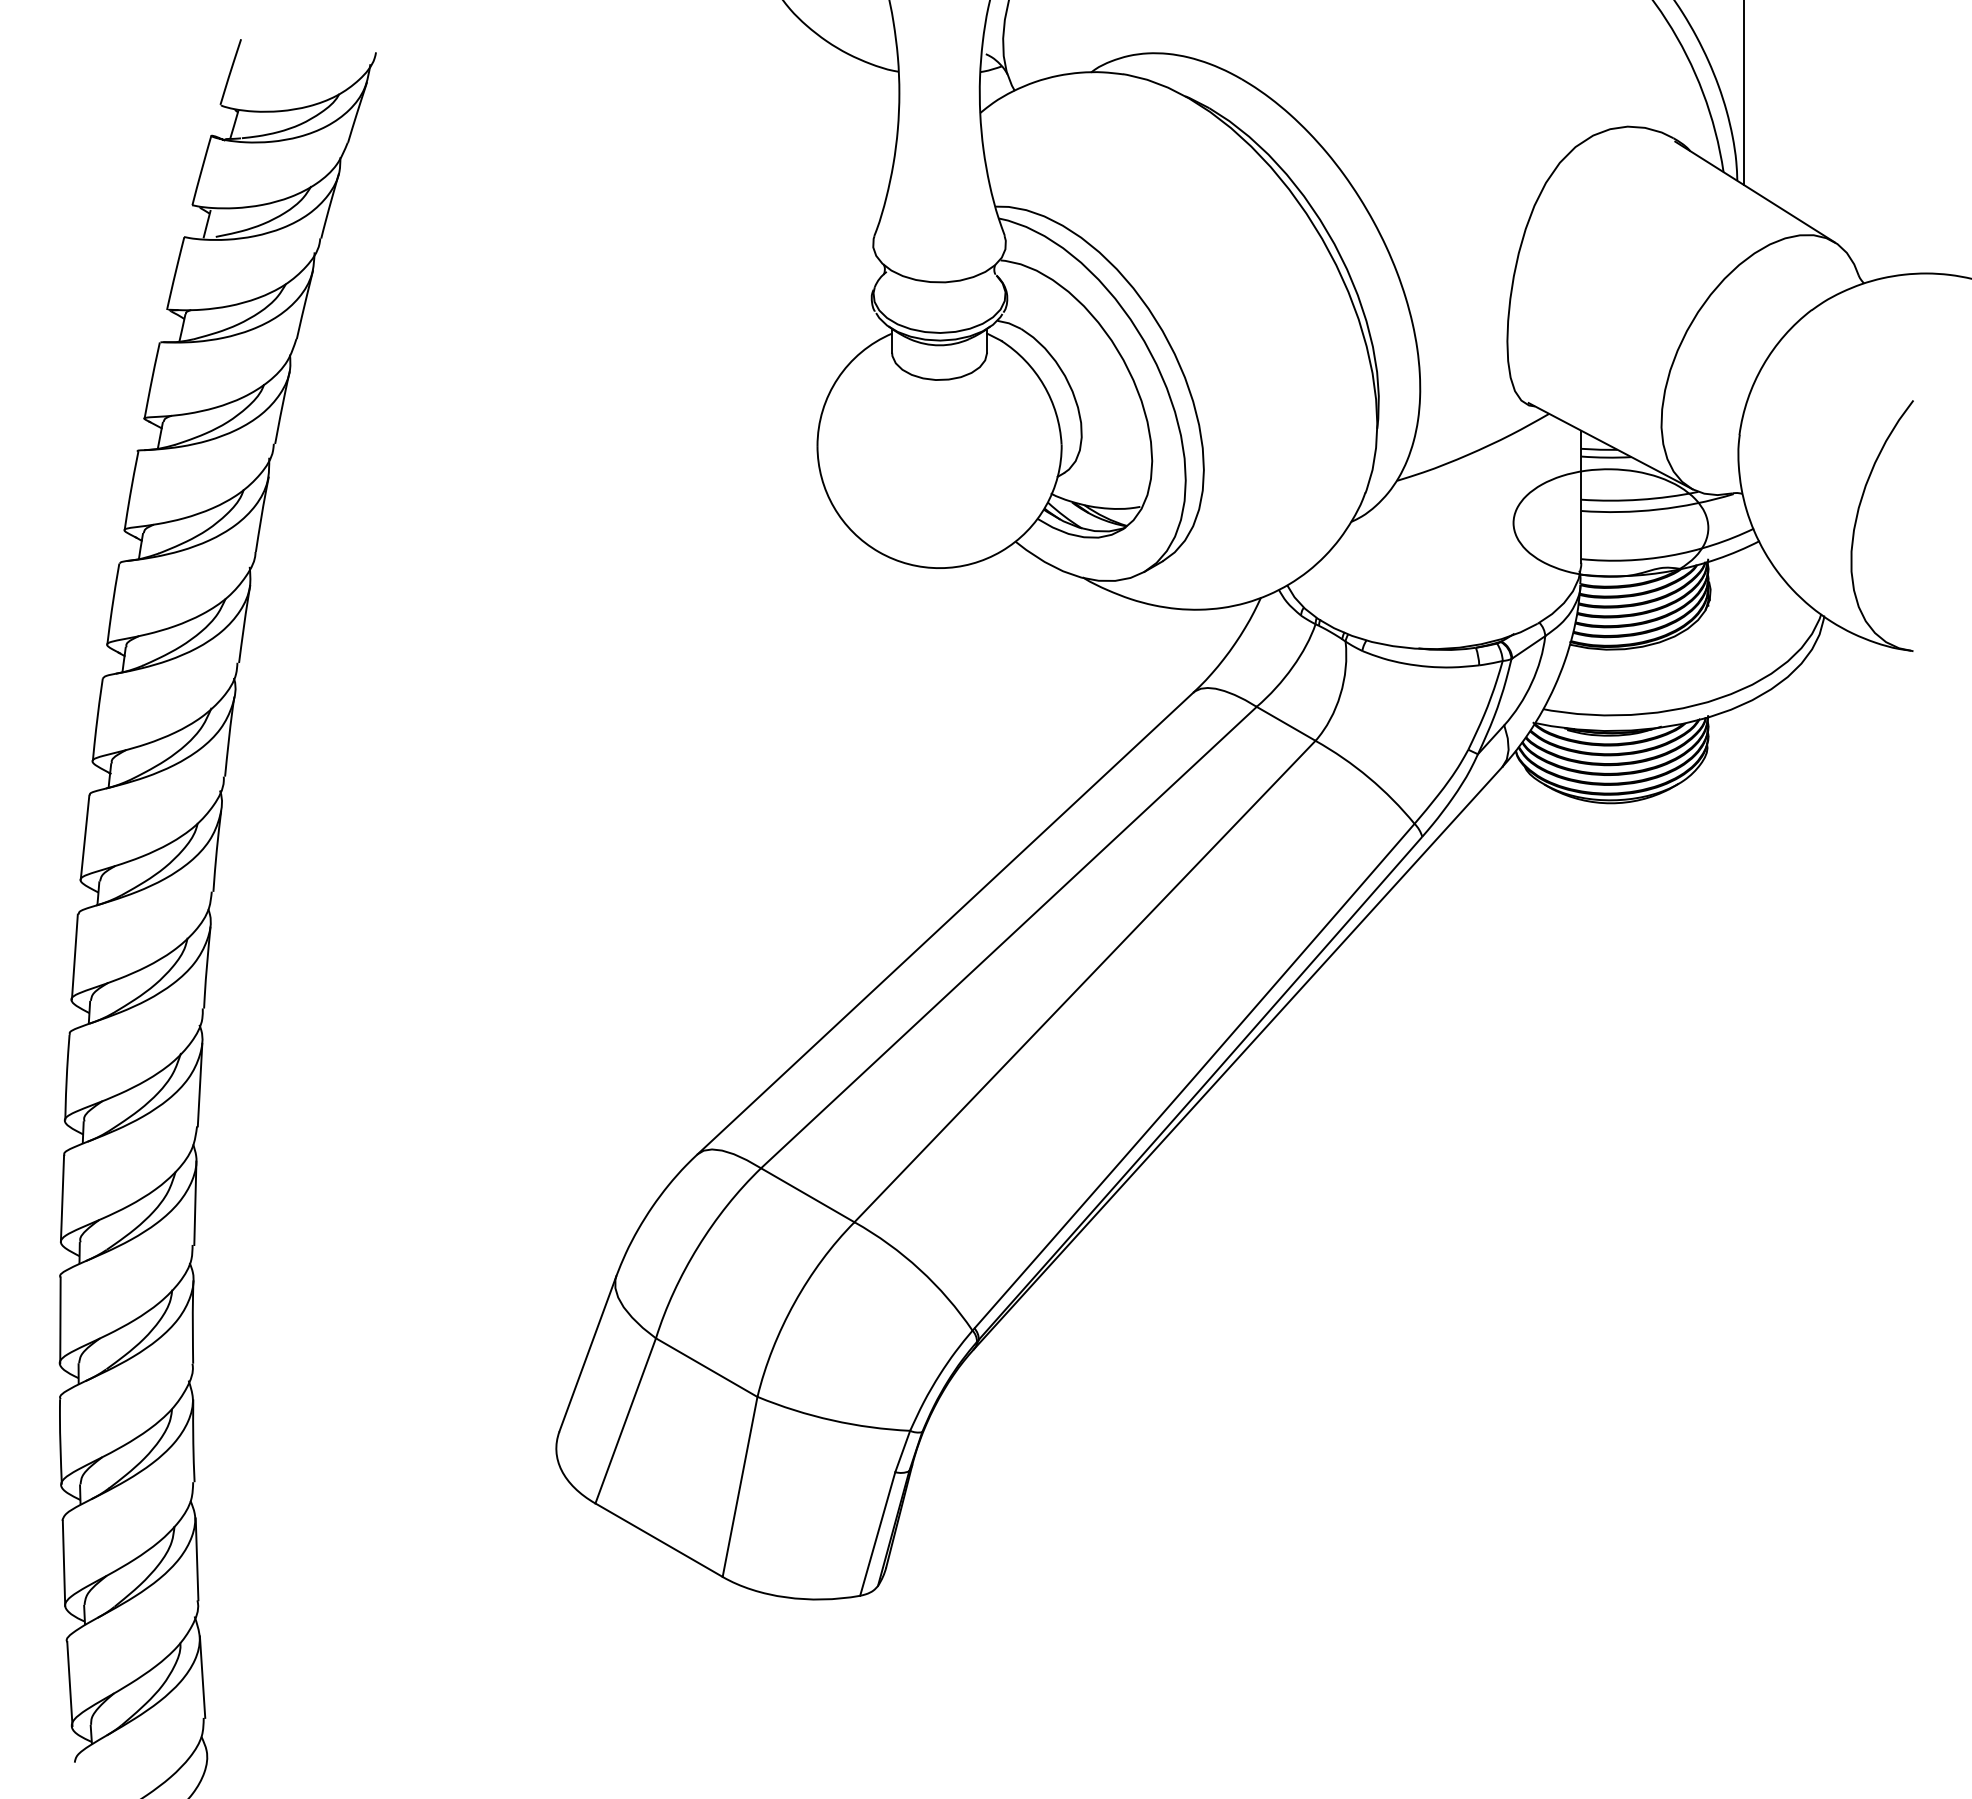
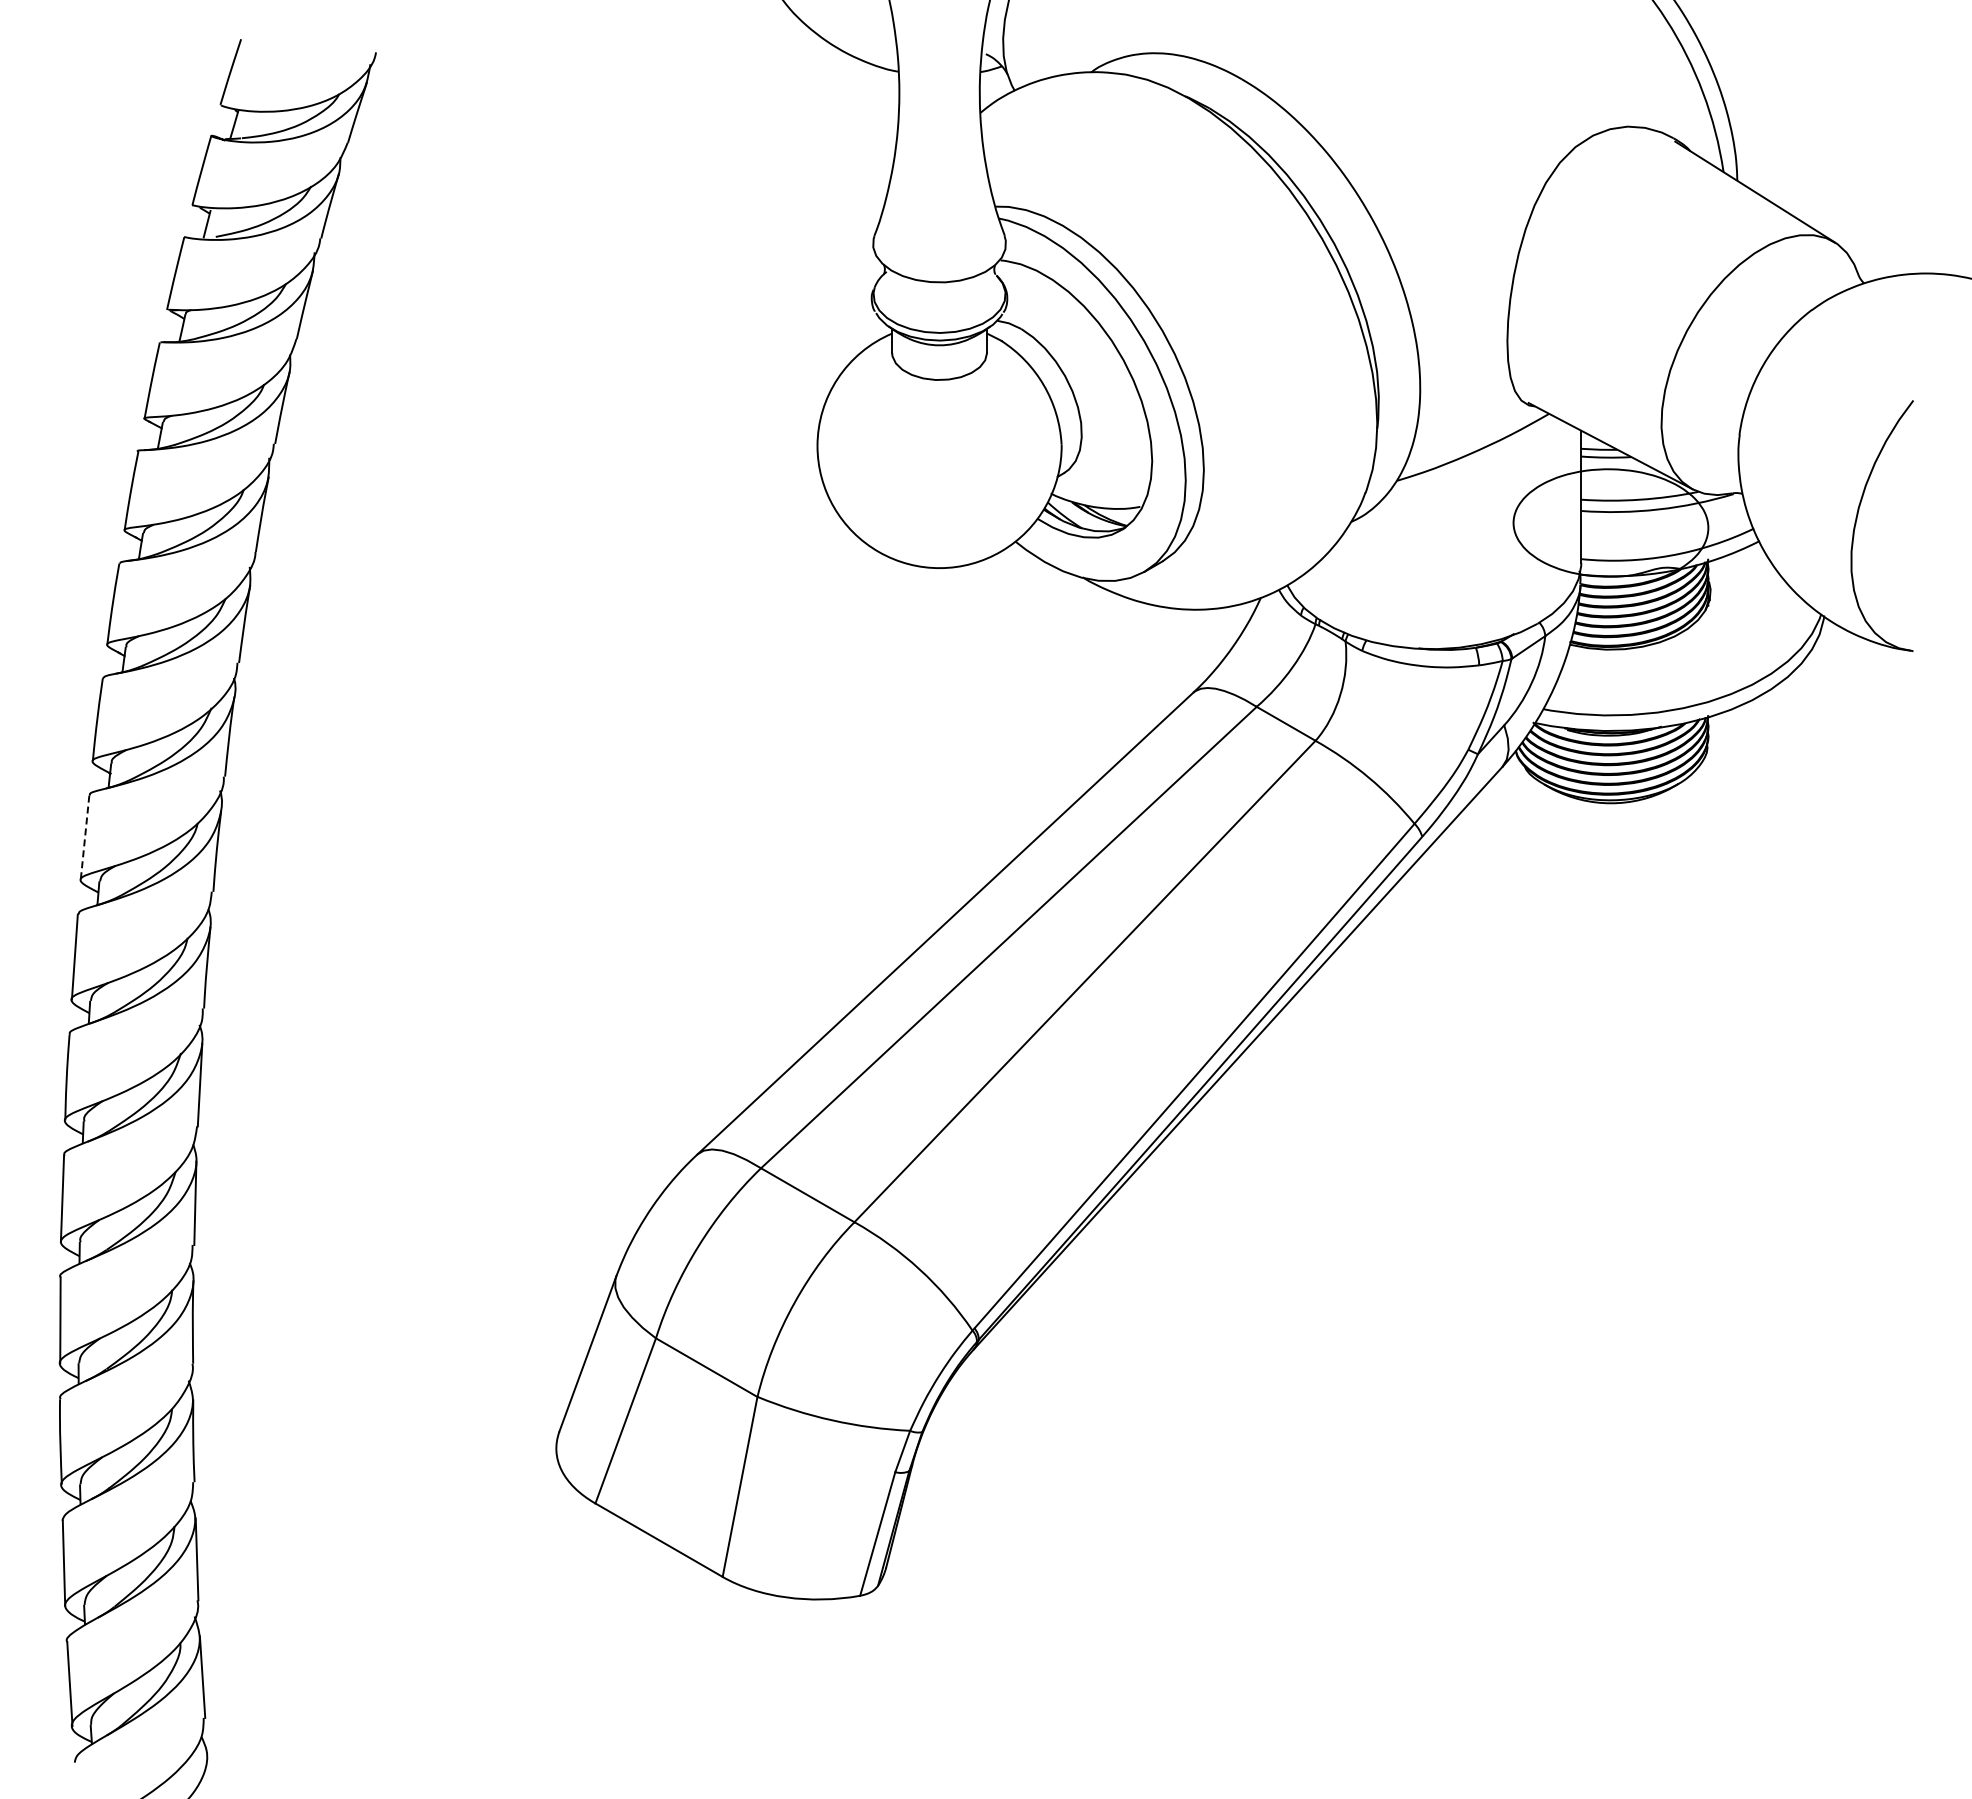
line at (1743, 93): present -> none
line at (85, 838): solid -> dashed
